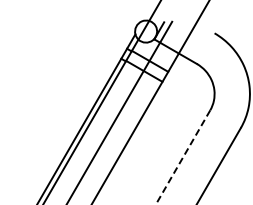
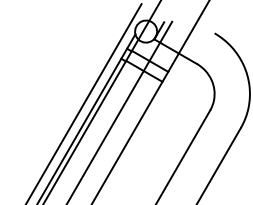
line at (84, 102): none -> present
line at (182, 157): dashed -> solid
